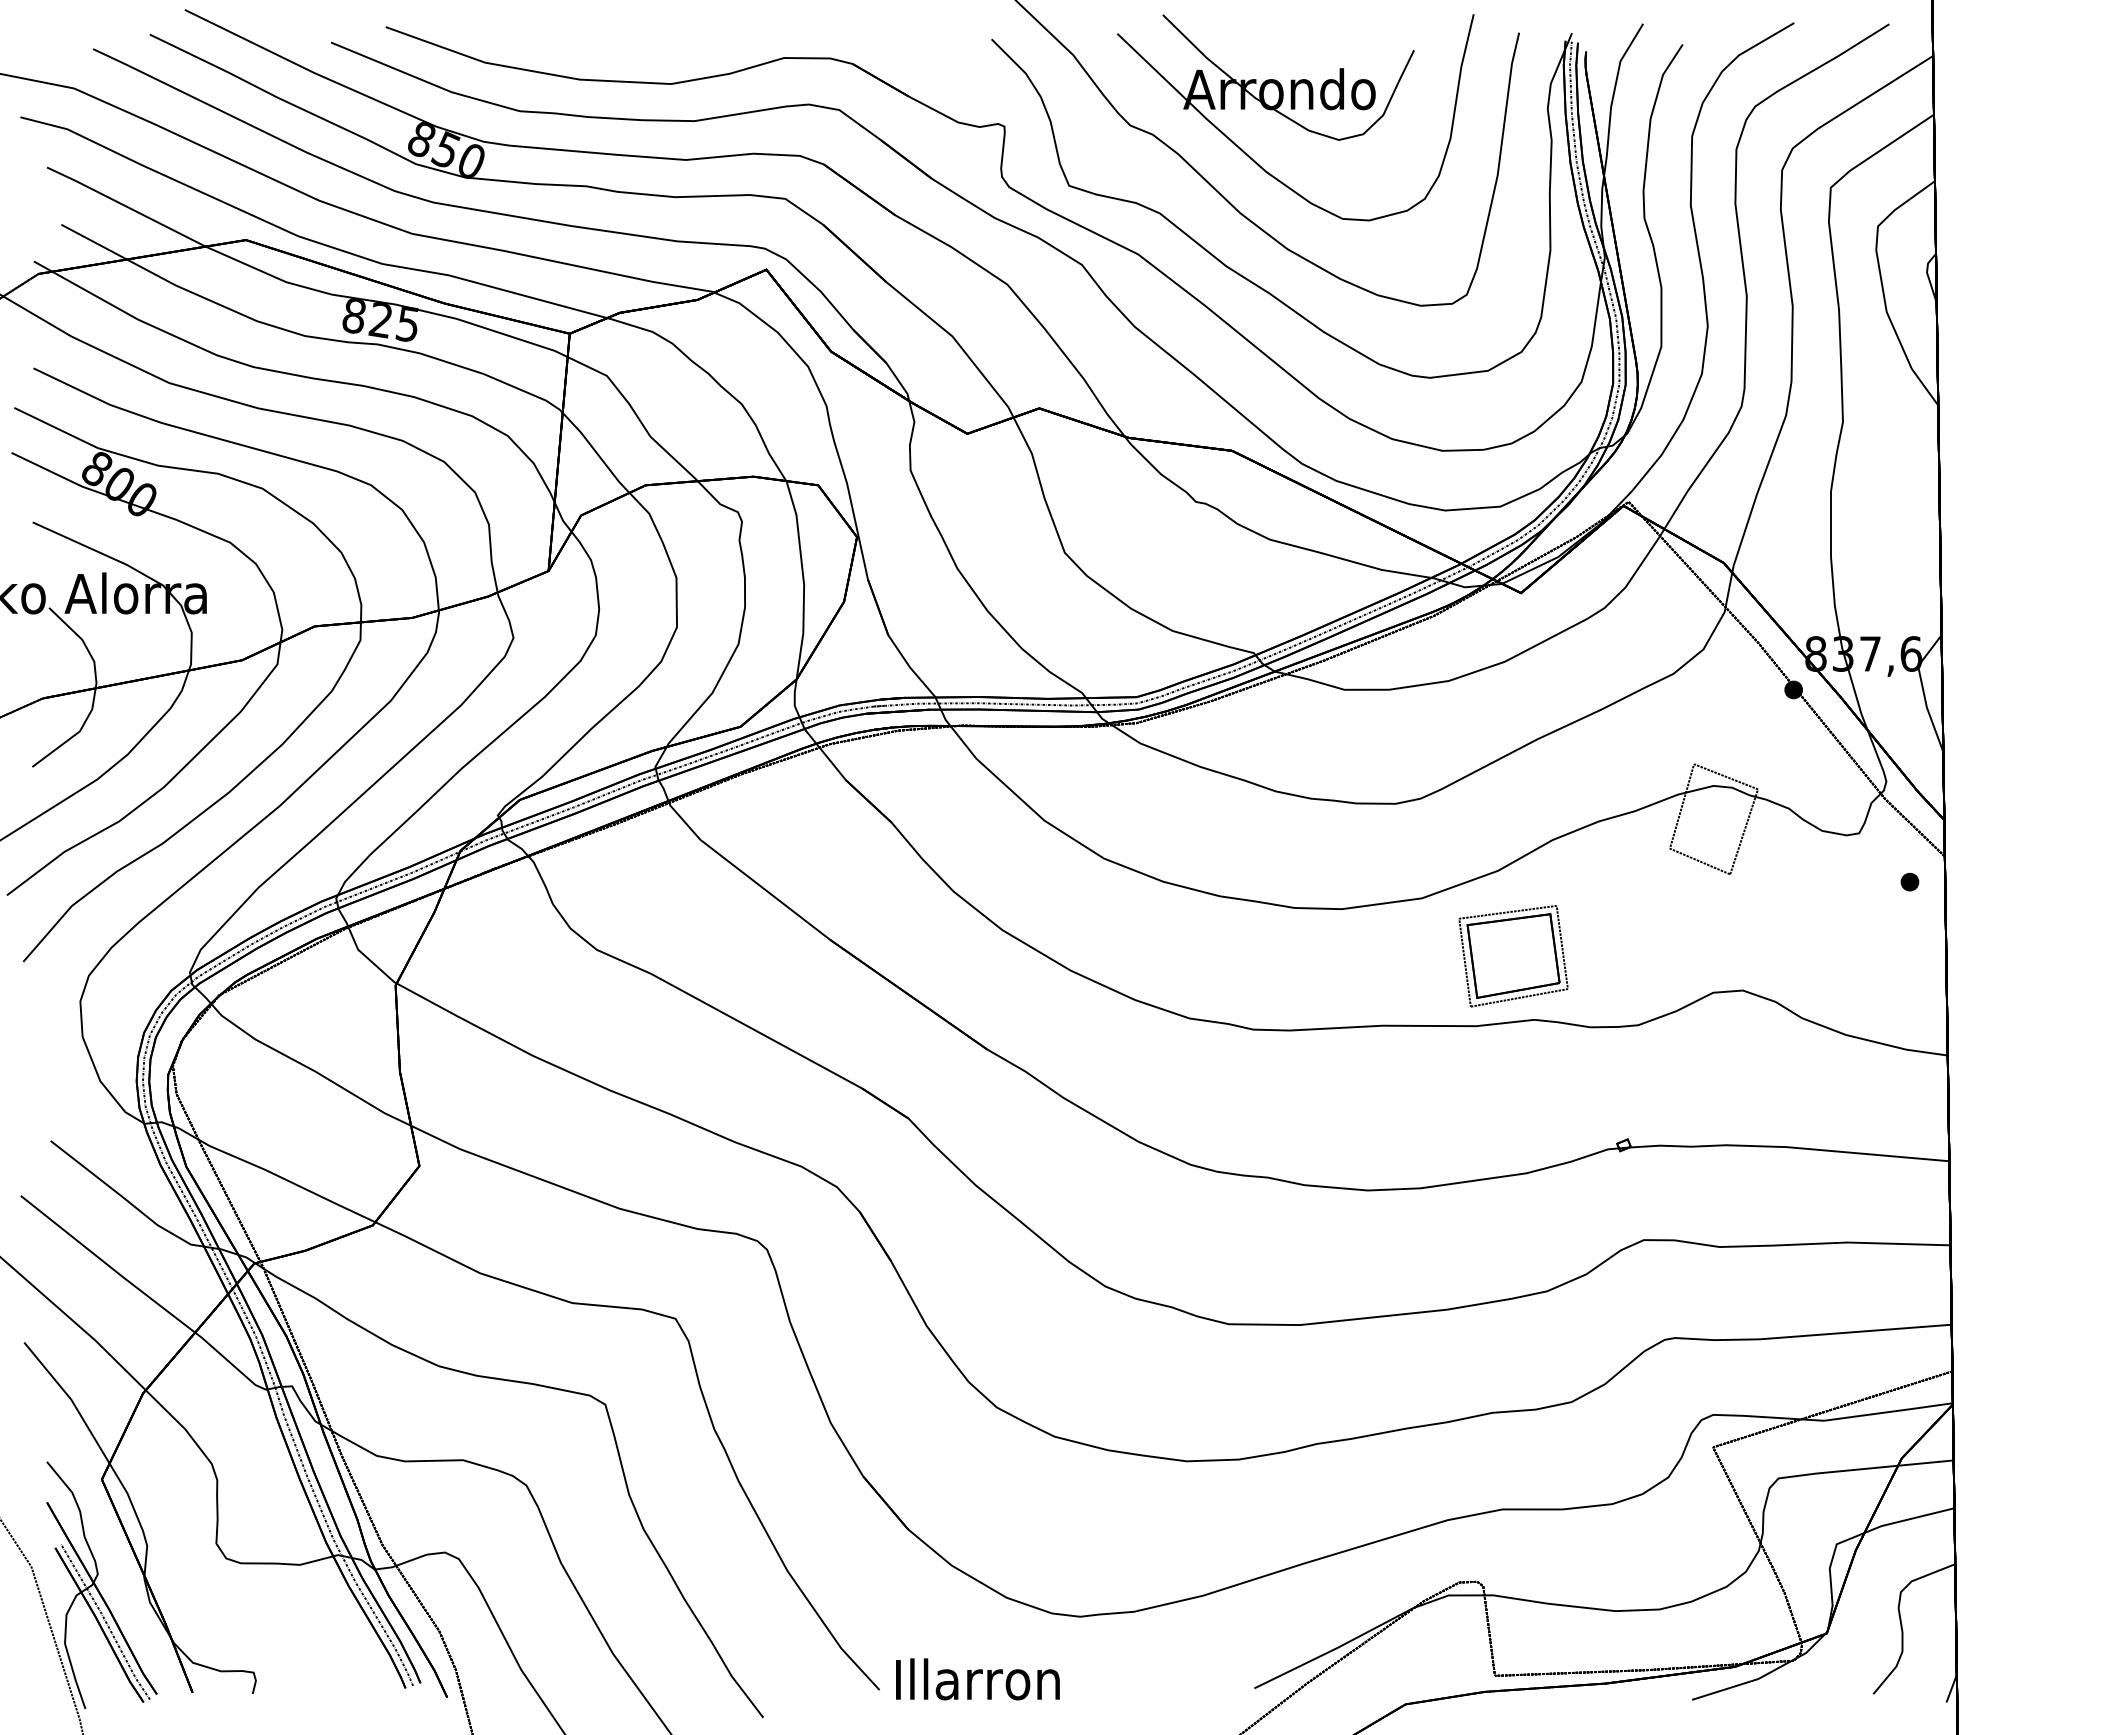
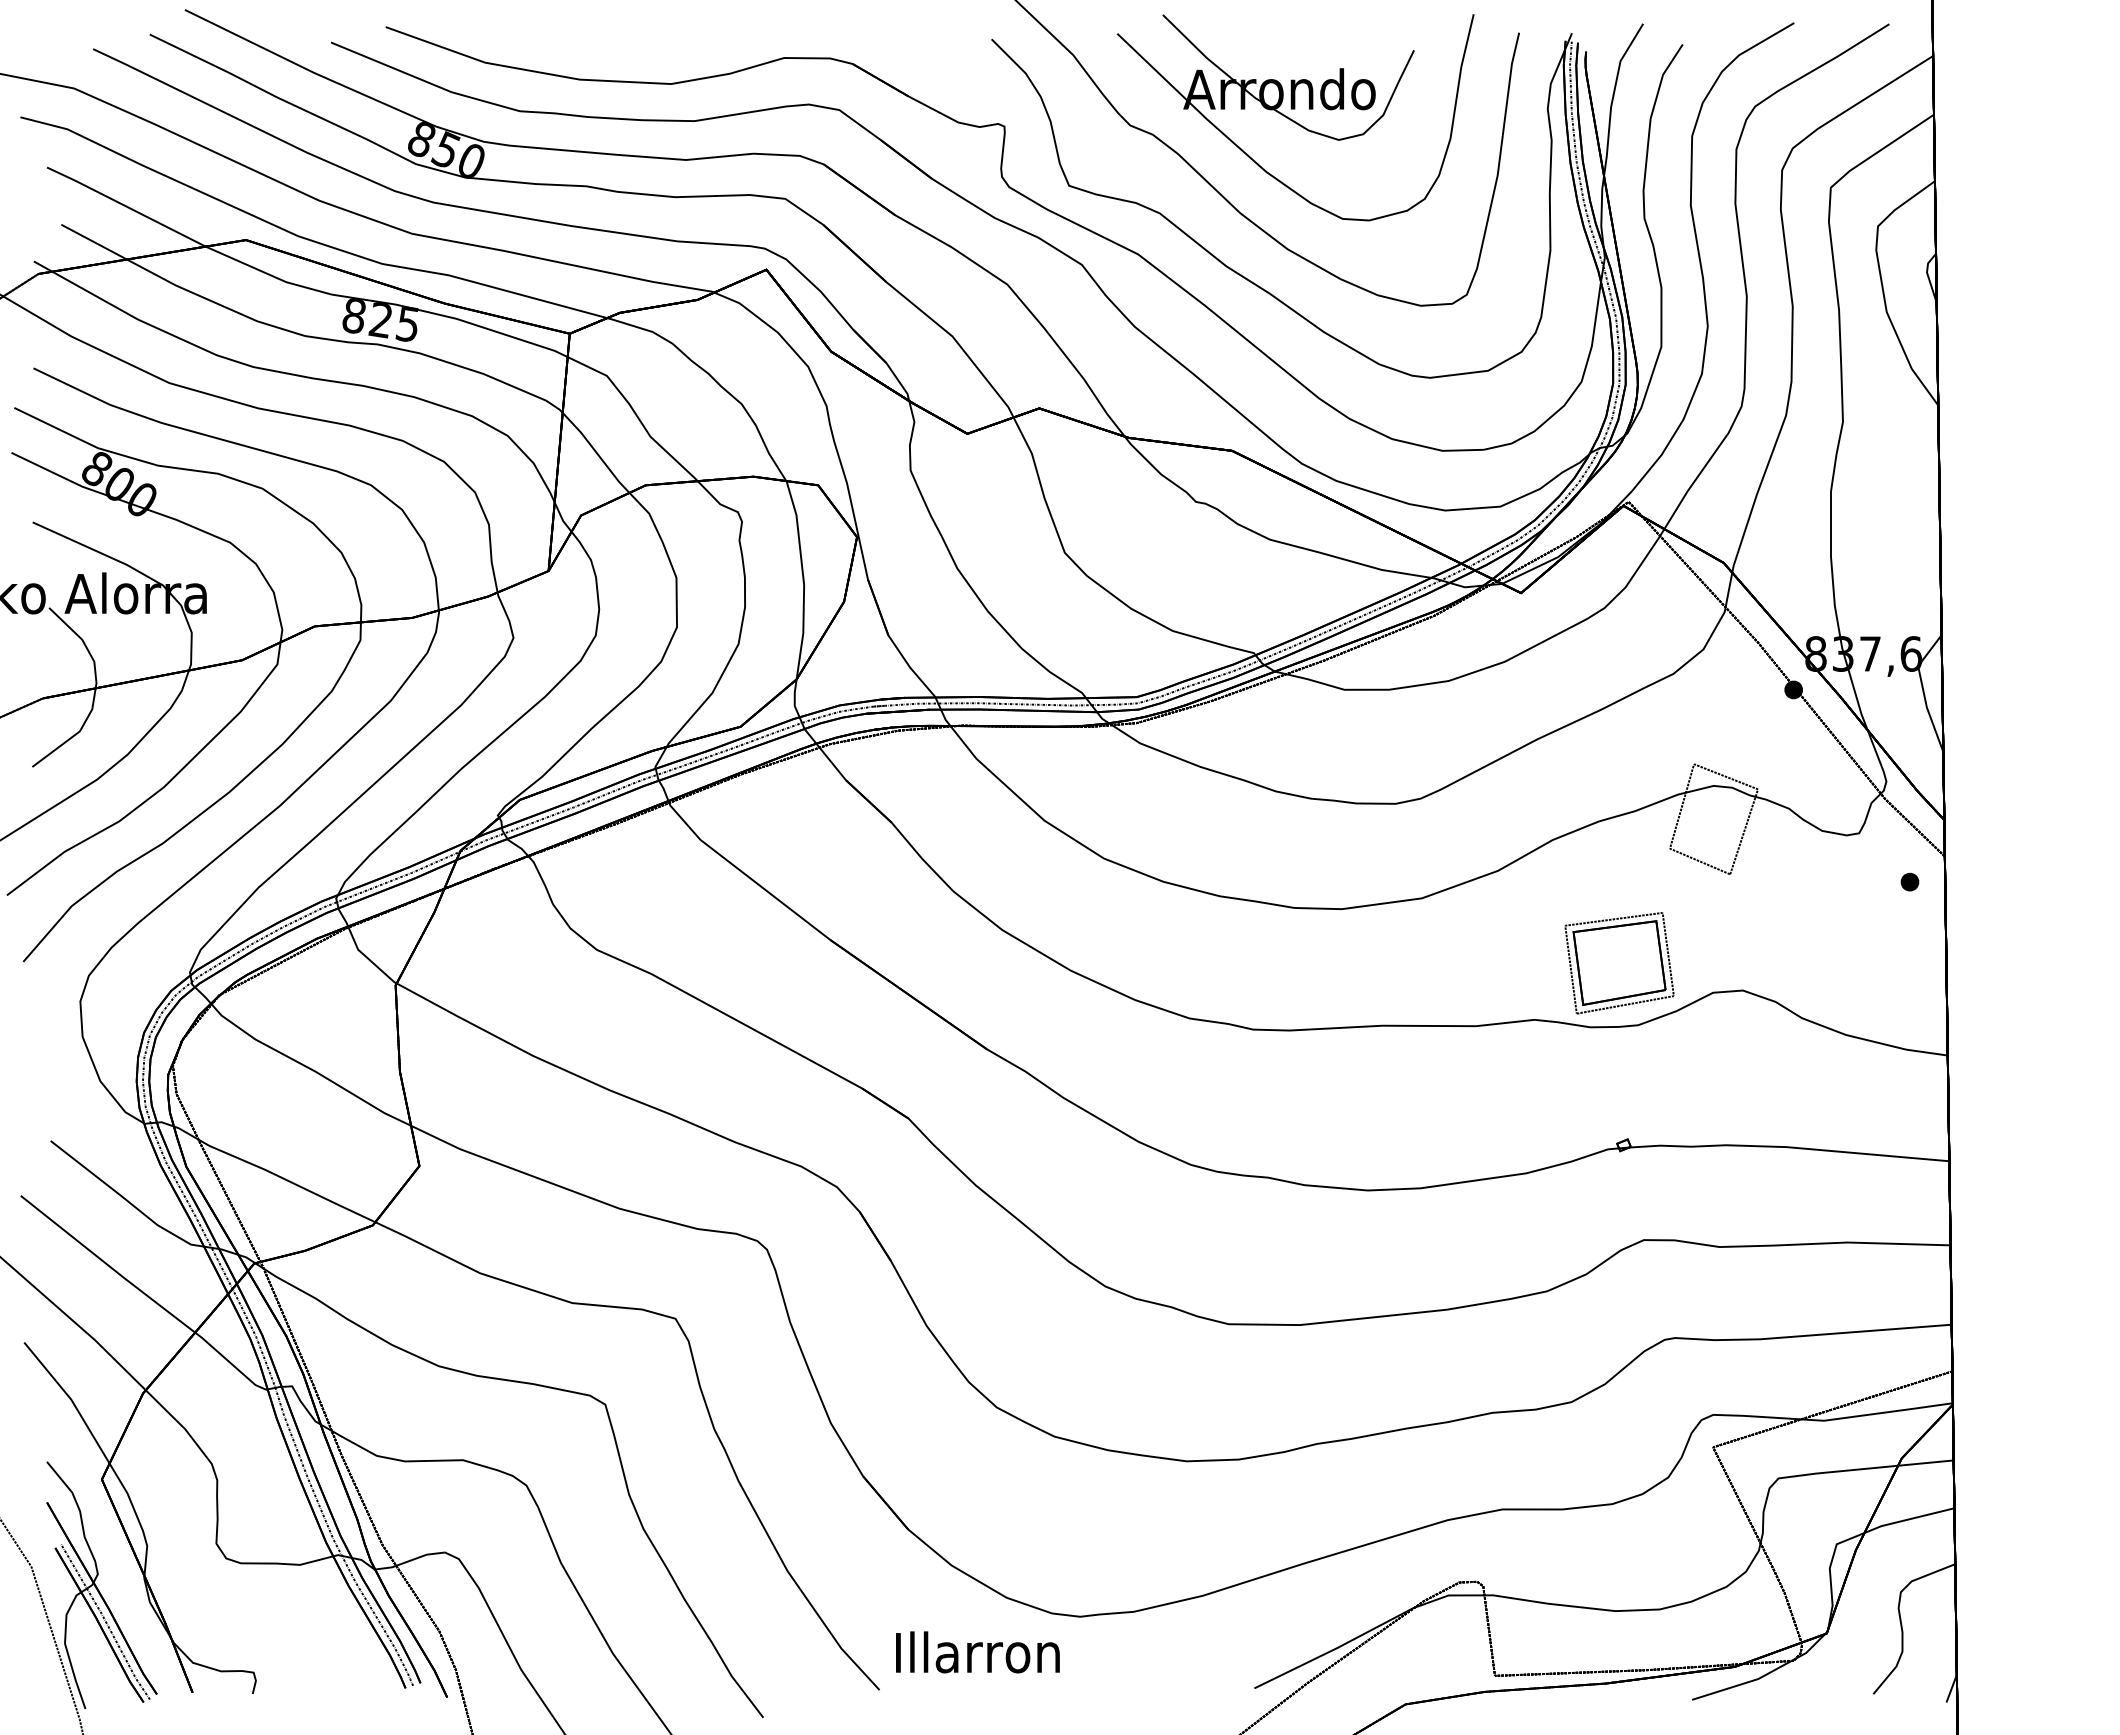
part at (1513, 956) position: (1513, 956) -> (1619, 963)
text at (977, 1679) position: (977, 1679) -> (977, 1652)
